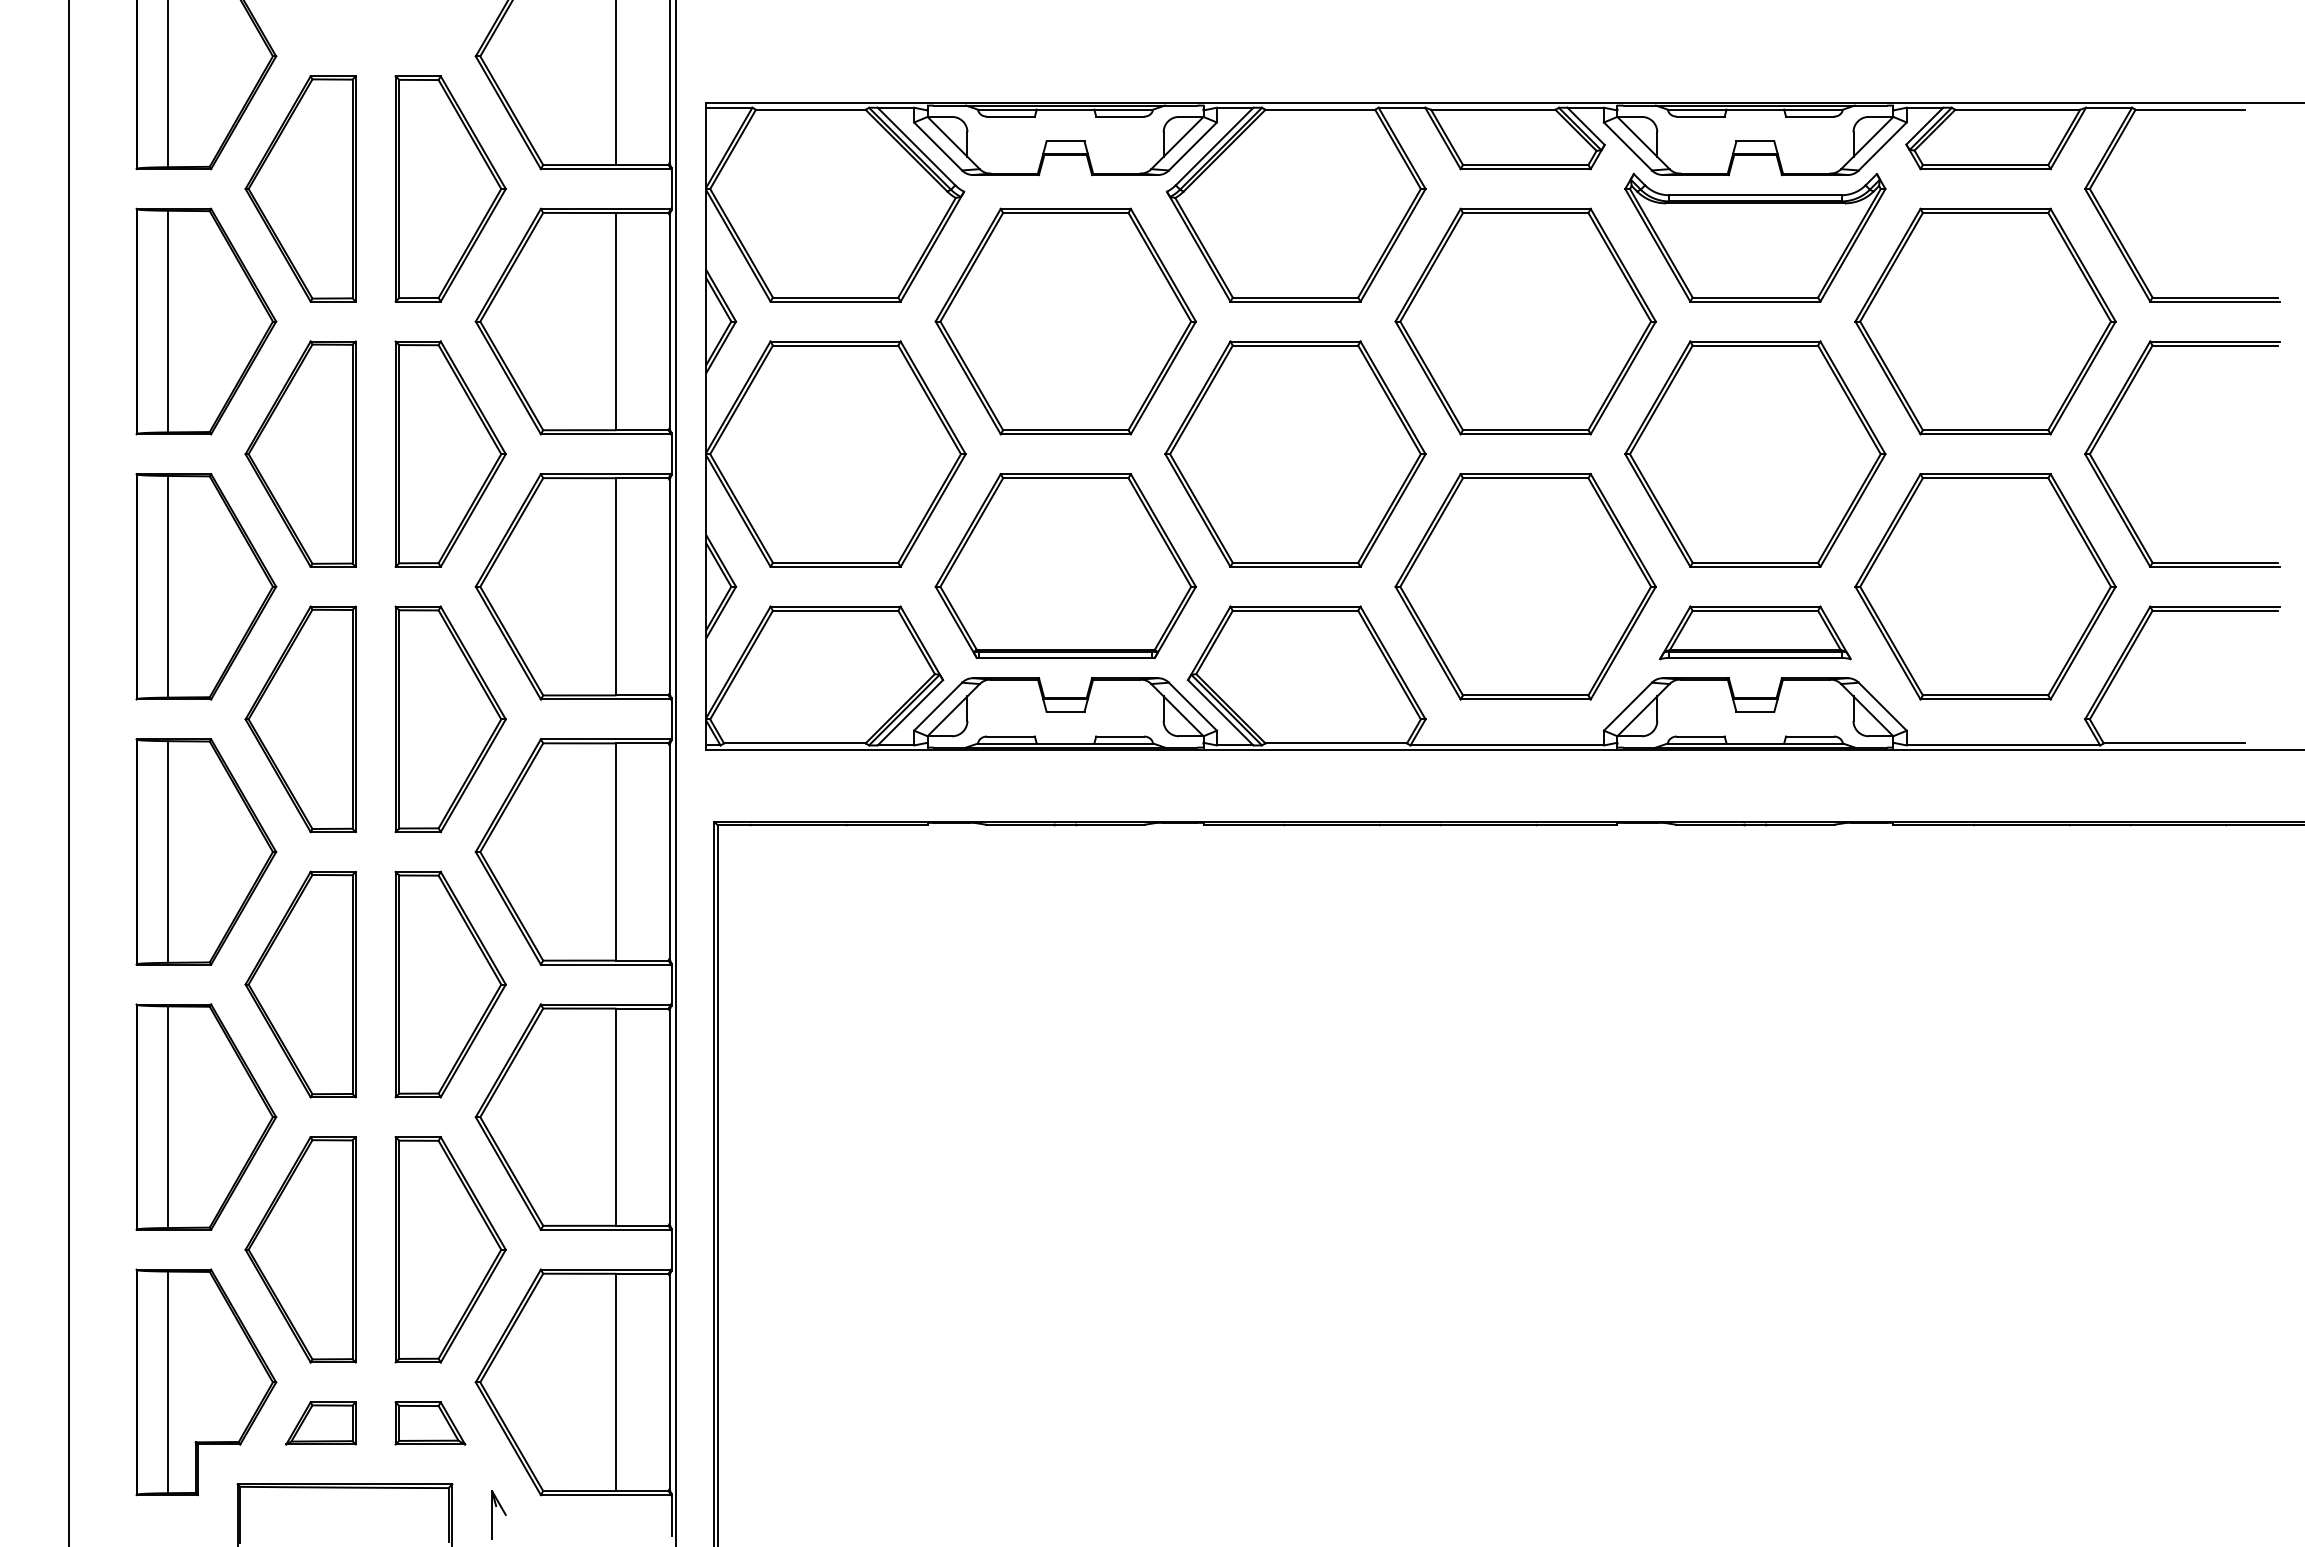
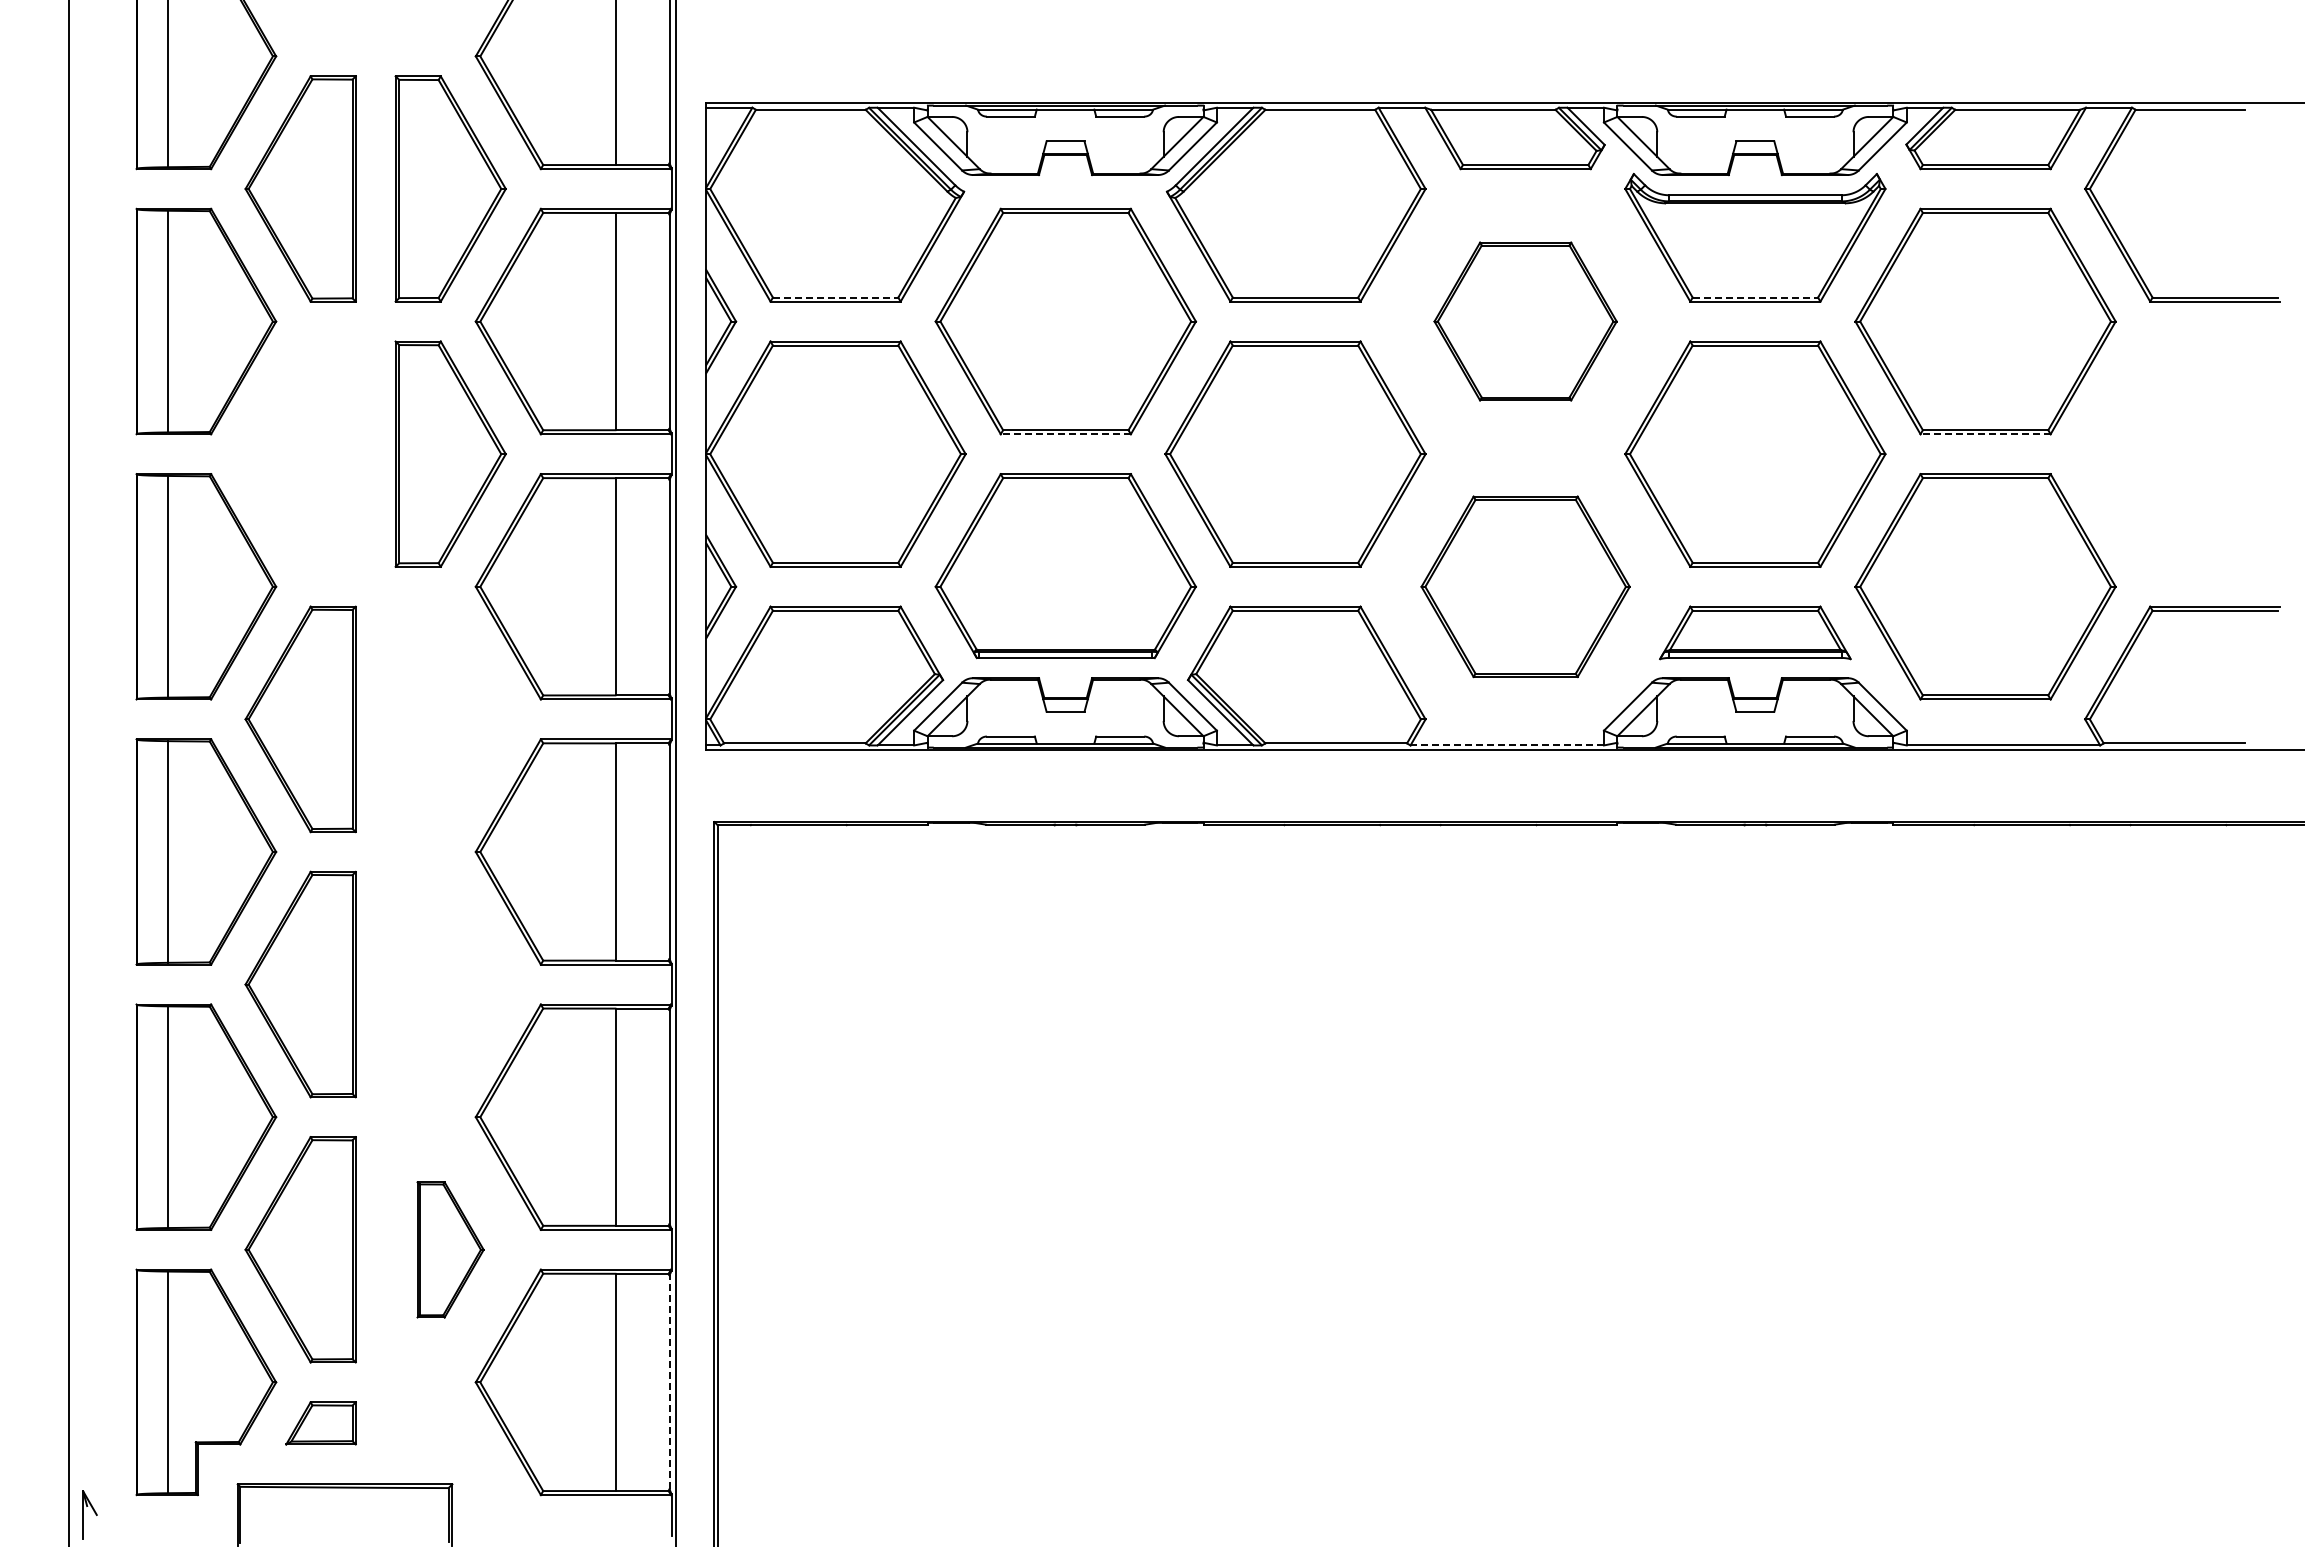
line at (835, 297): solid -> dashed
line at (1755, 297): solid -> dashed
part at (1525, 321) size: 263x229 px -> 185x161 px
part at (2112, 417): present -> none
line at (1065, 434): solid -> dashed
line at (1985, 434): solid -> dashed
part at (300, 453): present -> none
part at (1525, 586) size: 263x228 px -> 211x184 px
part at (450, 719): present -> none
line at (1507, 745): solid -> dashed
part at (450, 984): present -> none
part at (450, 1249) size: 113x228 px -> 69x138 px
line at (669, 1381): solid -> dashed
part at (430, 1423): present -> none
part at (498, 1514) position: (498, 1514) -> (89, 1514)
